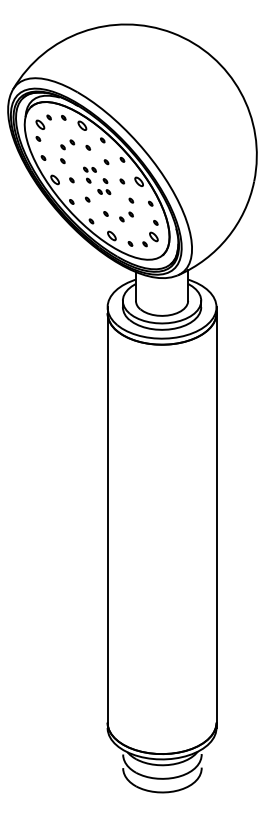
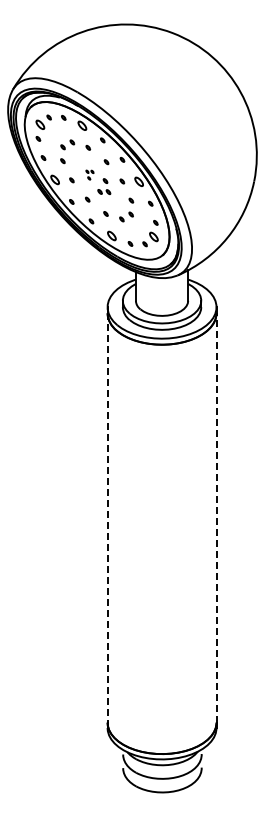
part at (89, 174) size: 14x18 px -> 10x12 px
line at (107, 517): solid -> dashed
line at (216, 517): solid -> dashed
